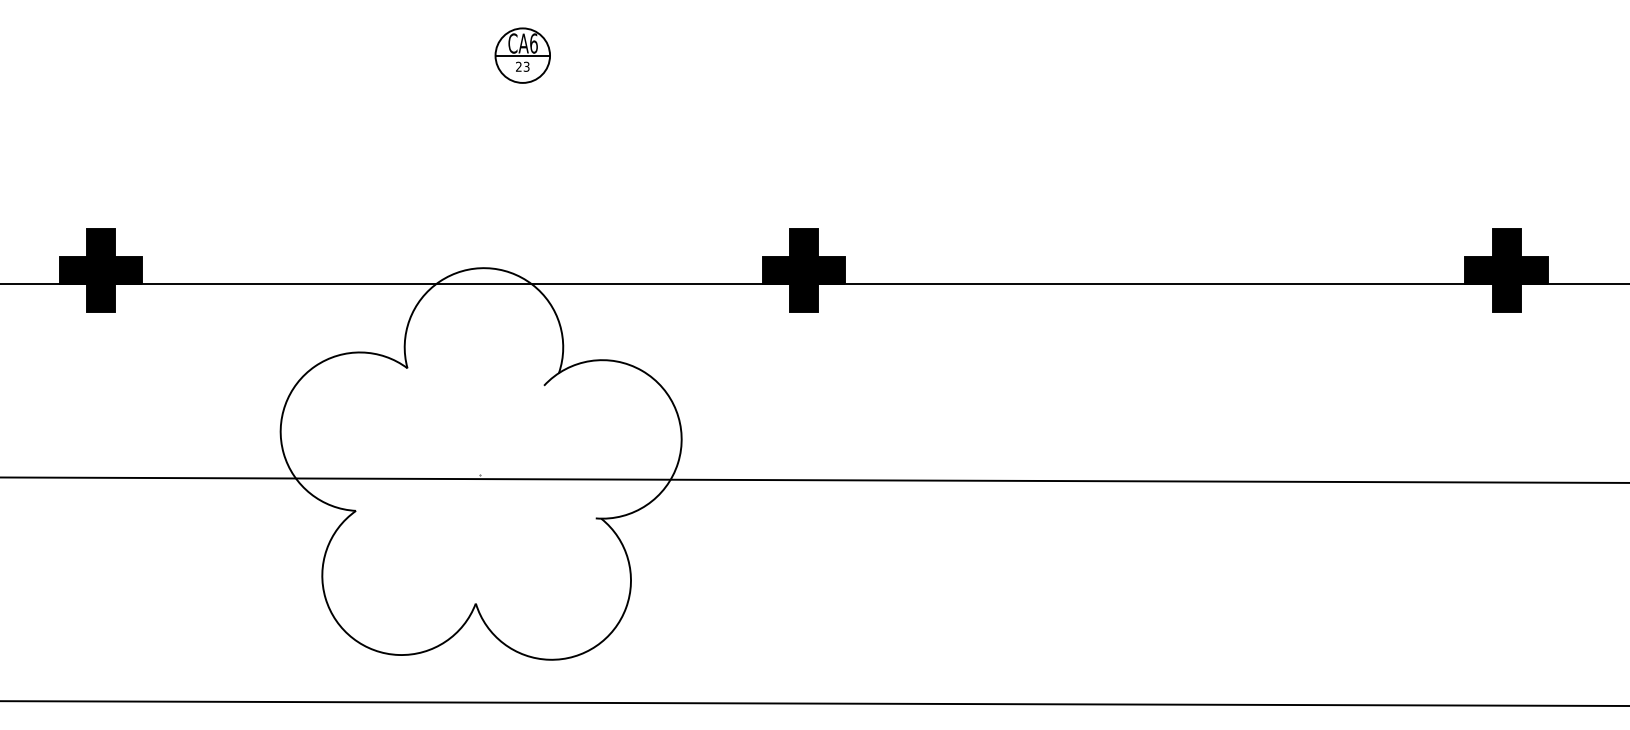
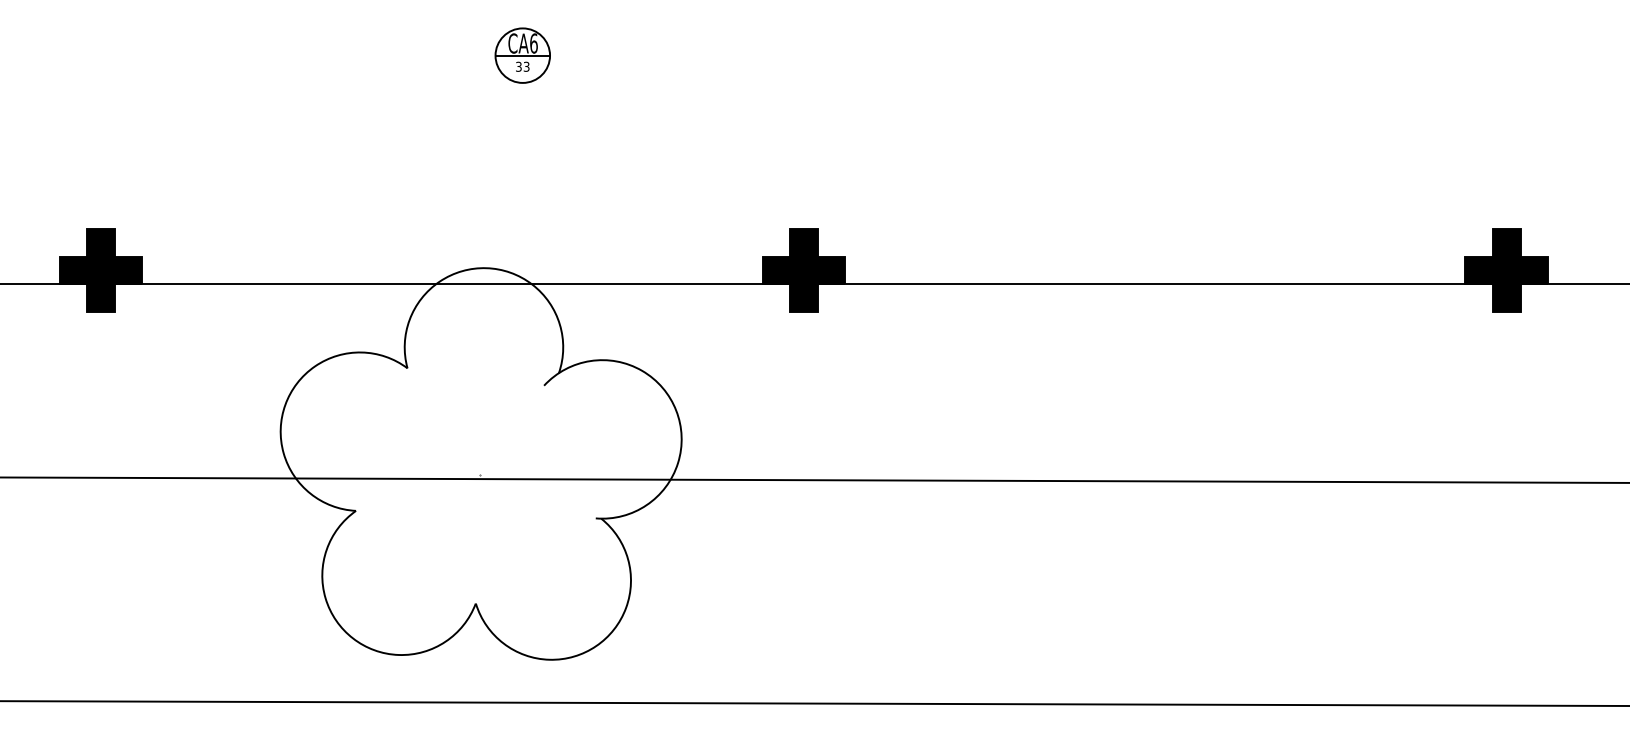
text at (518, 66): 23 -> 33
